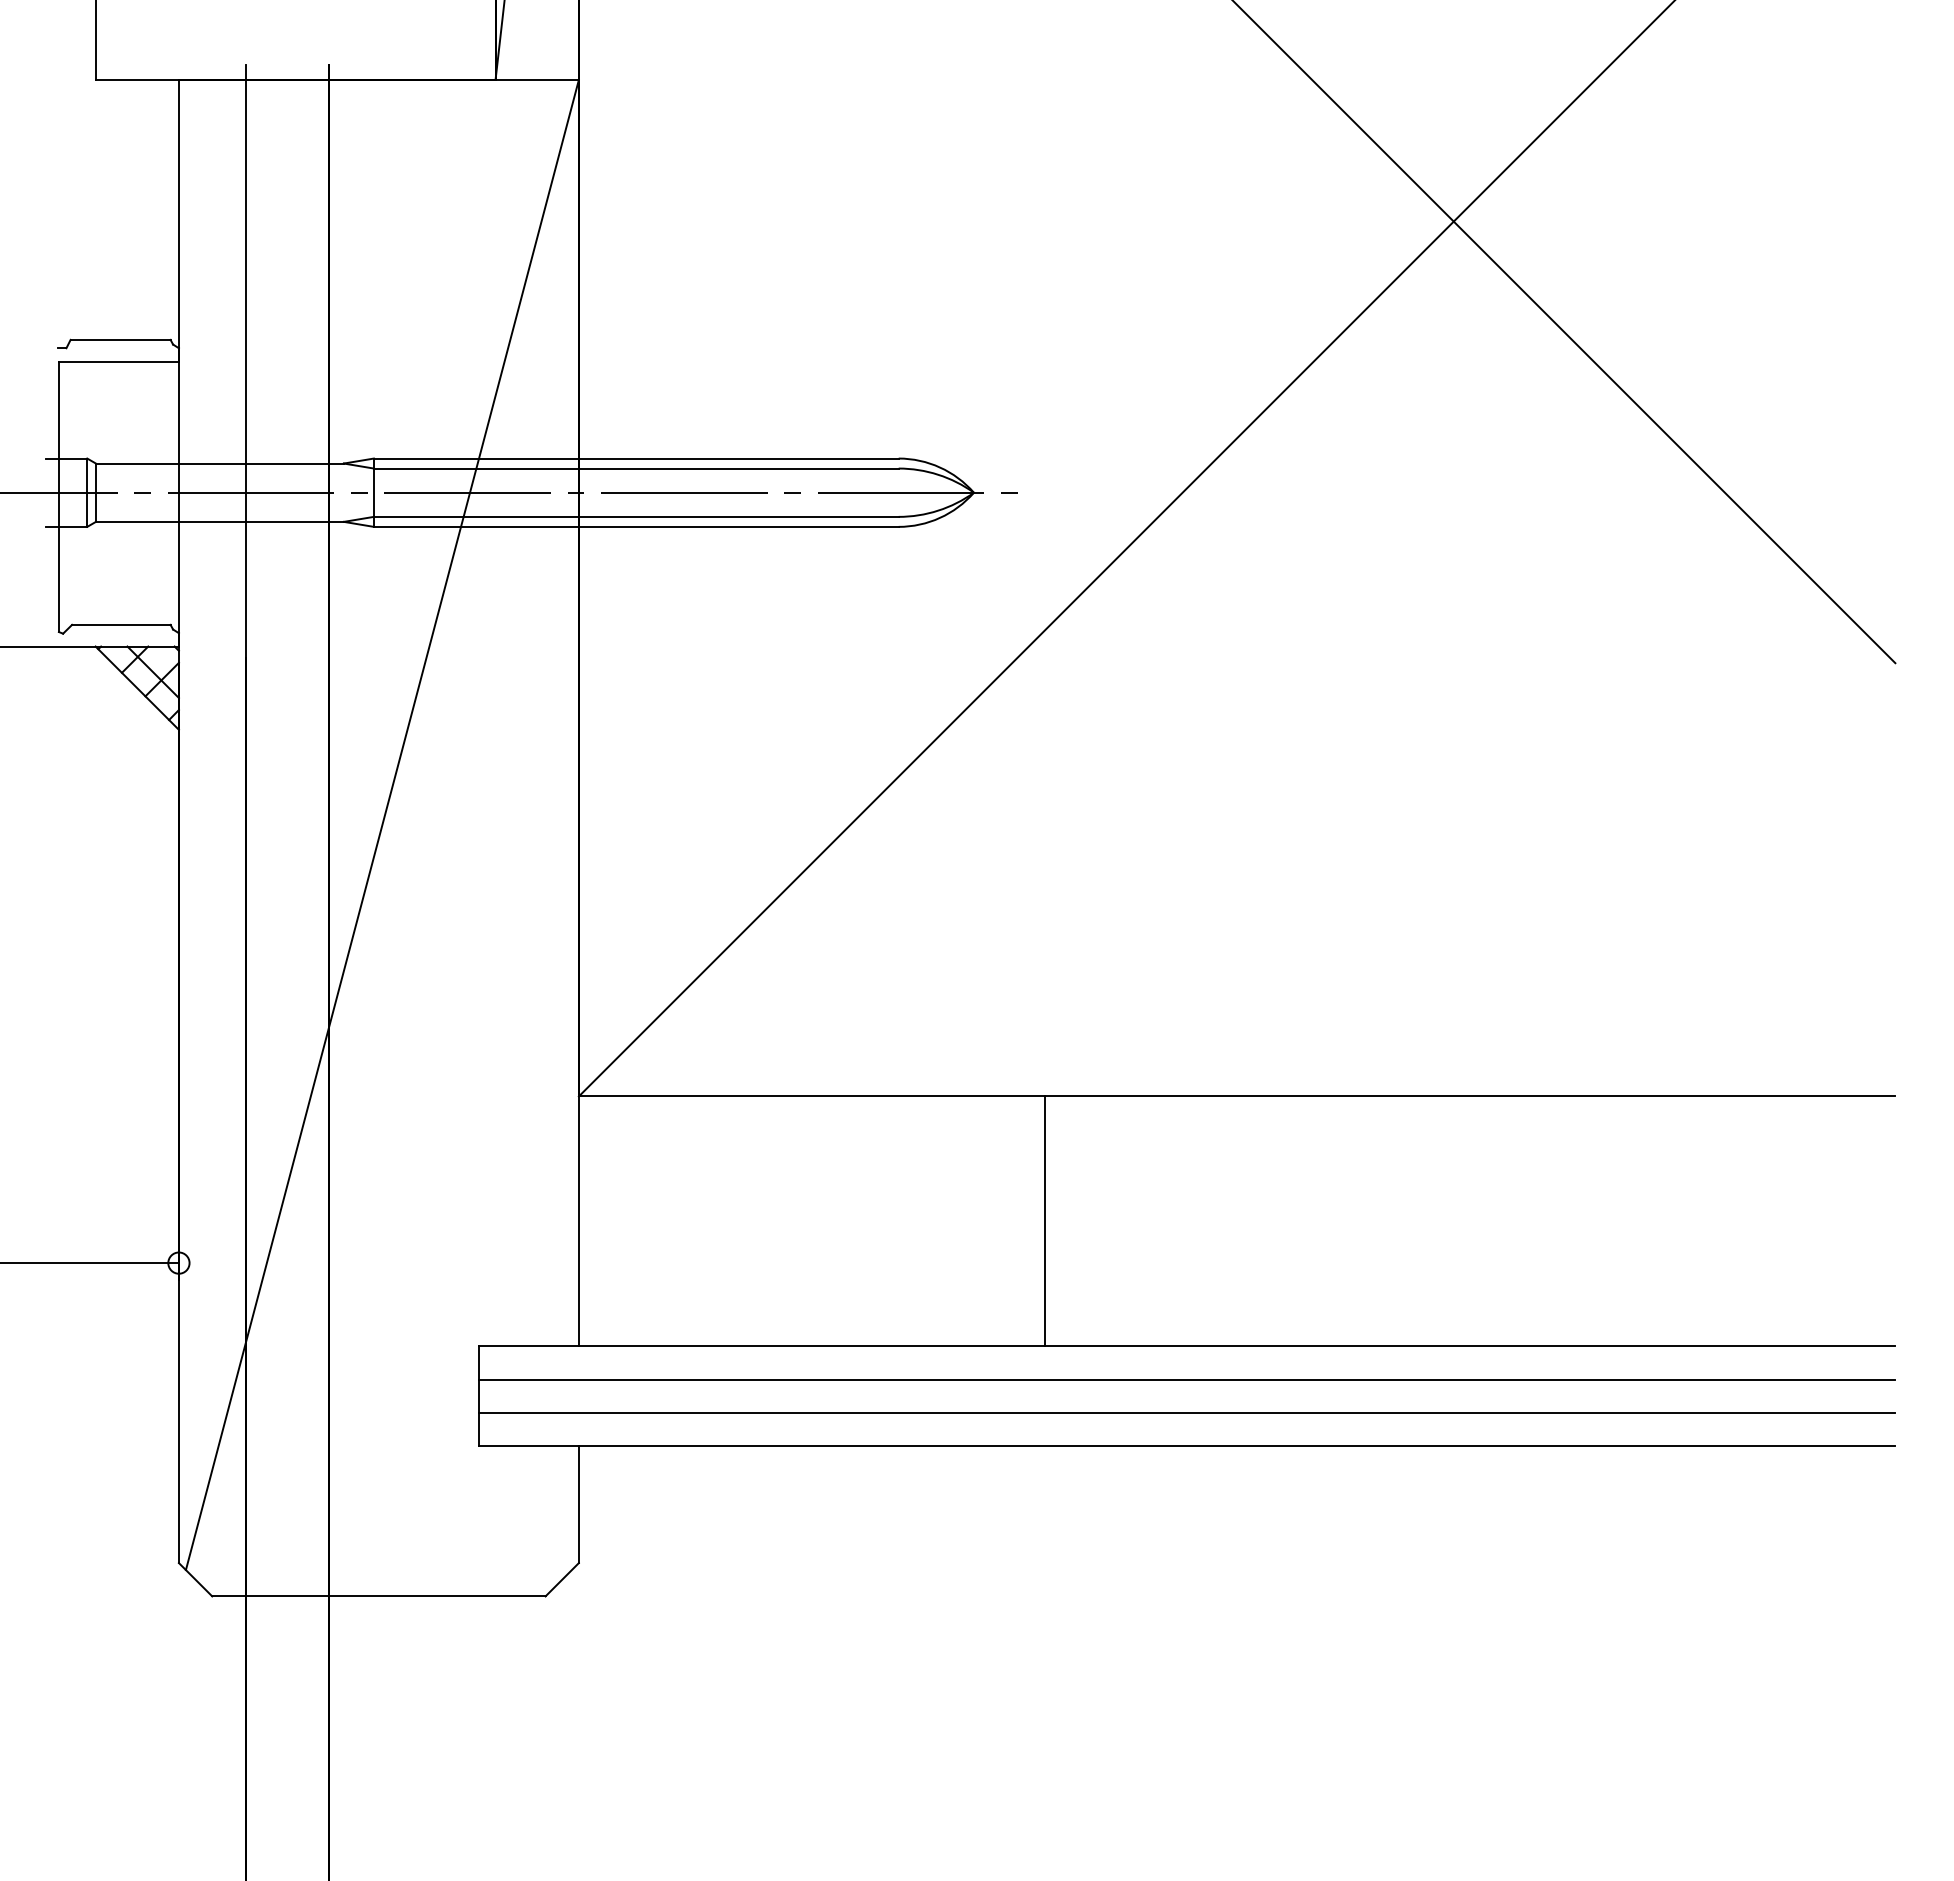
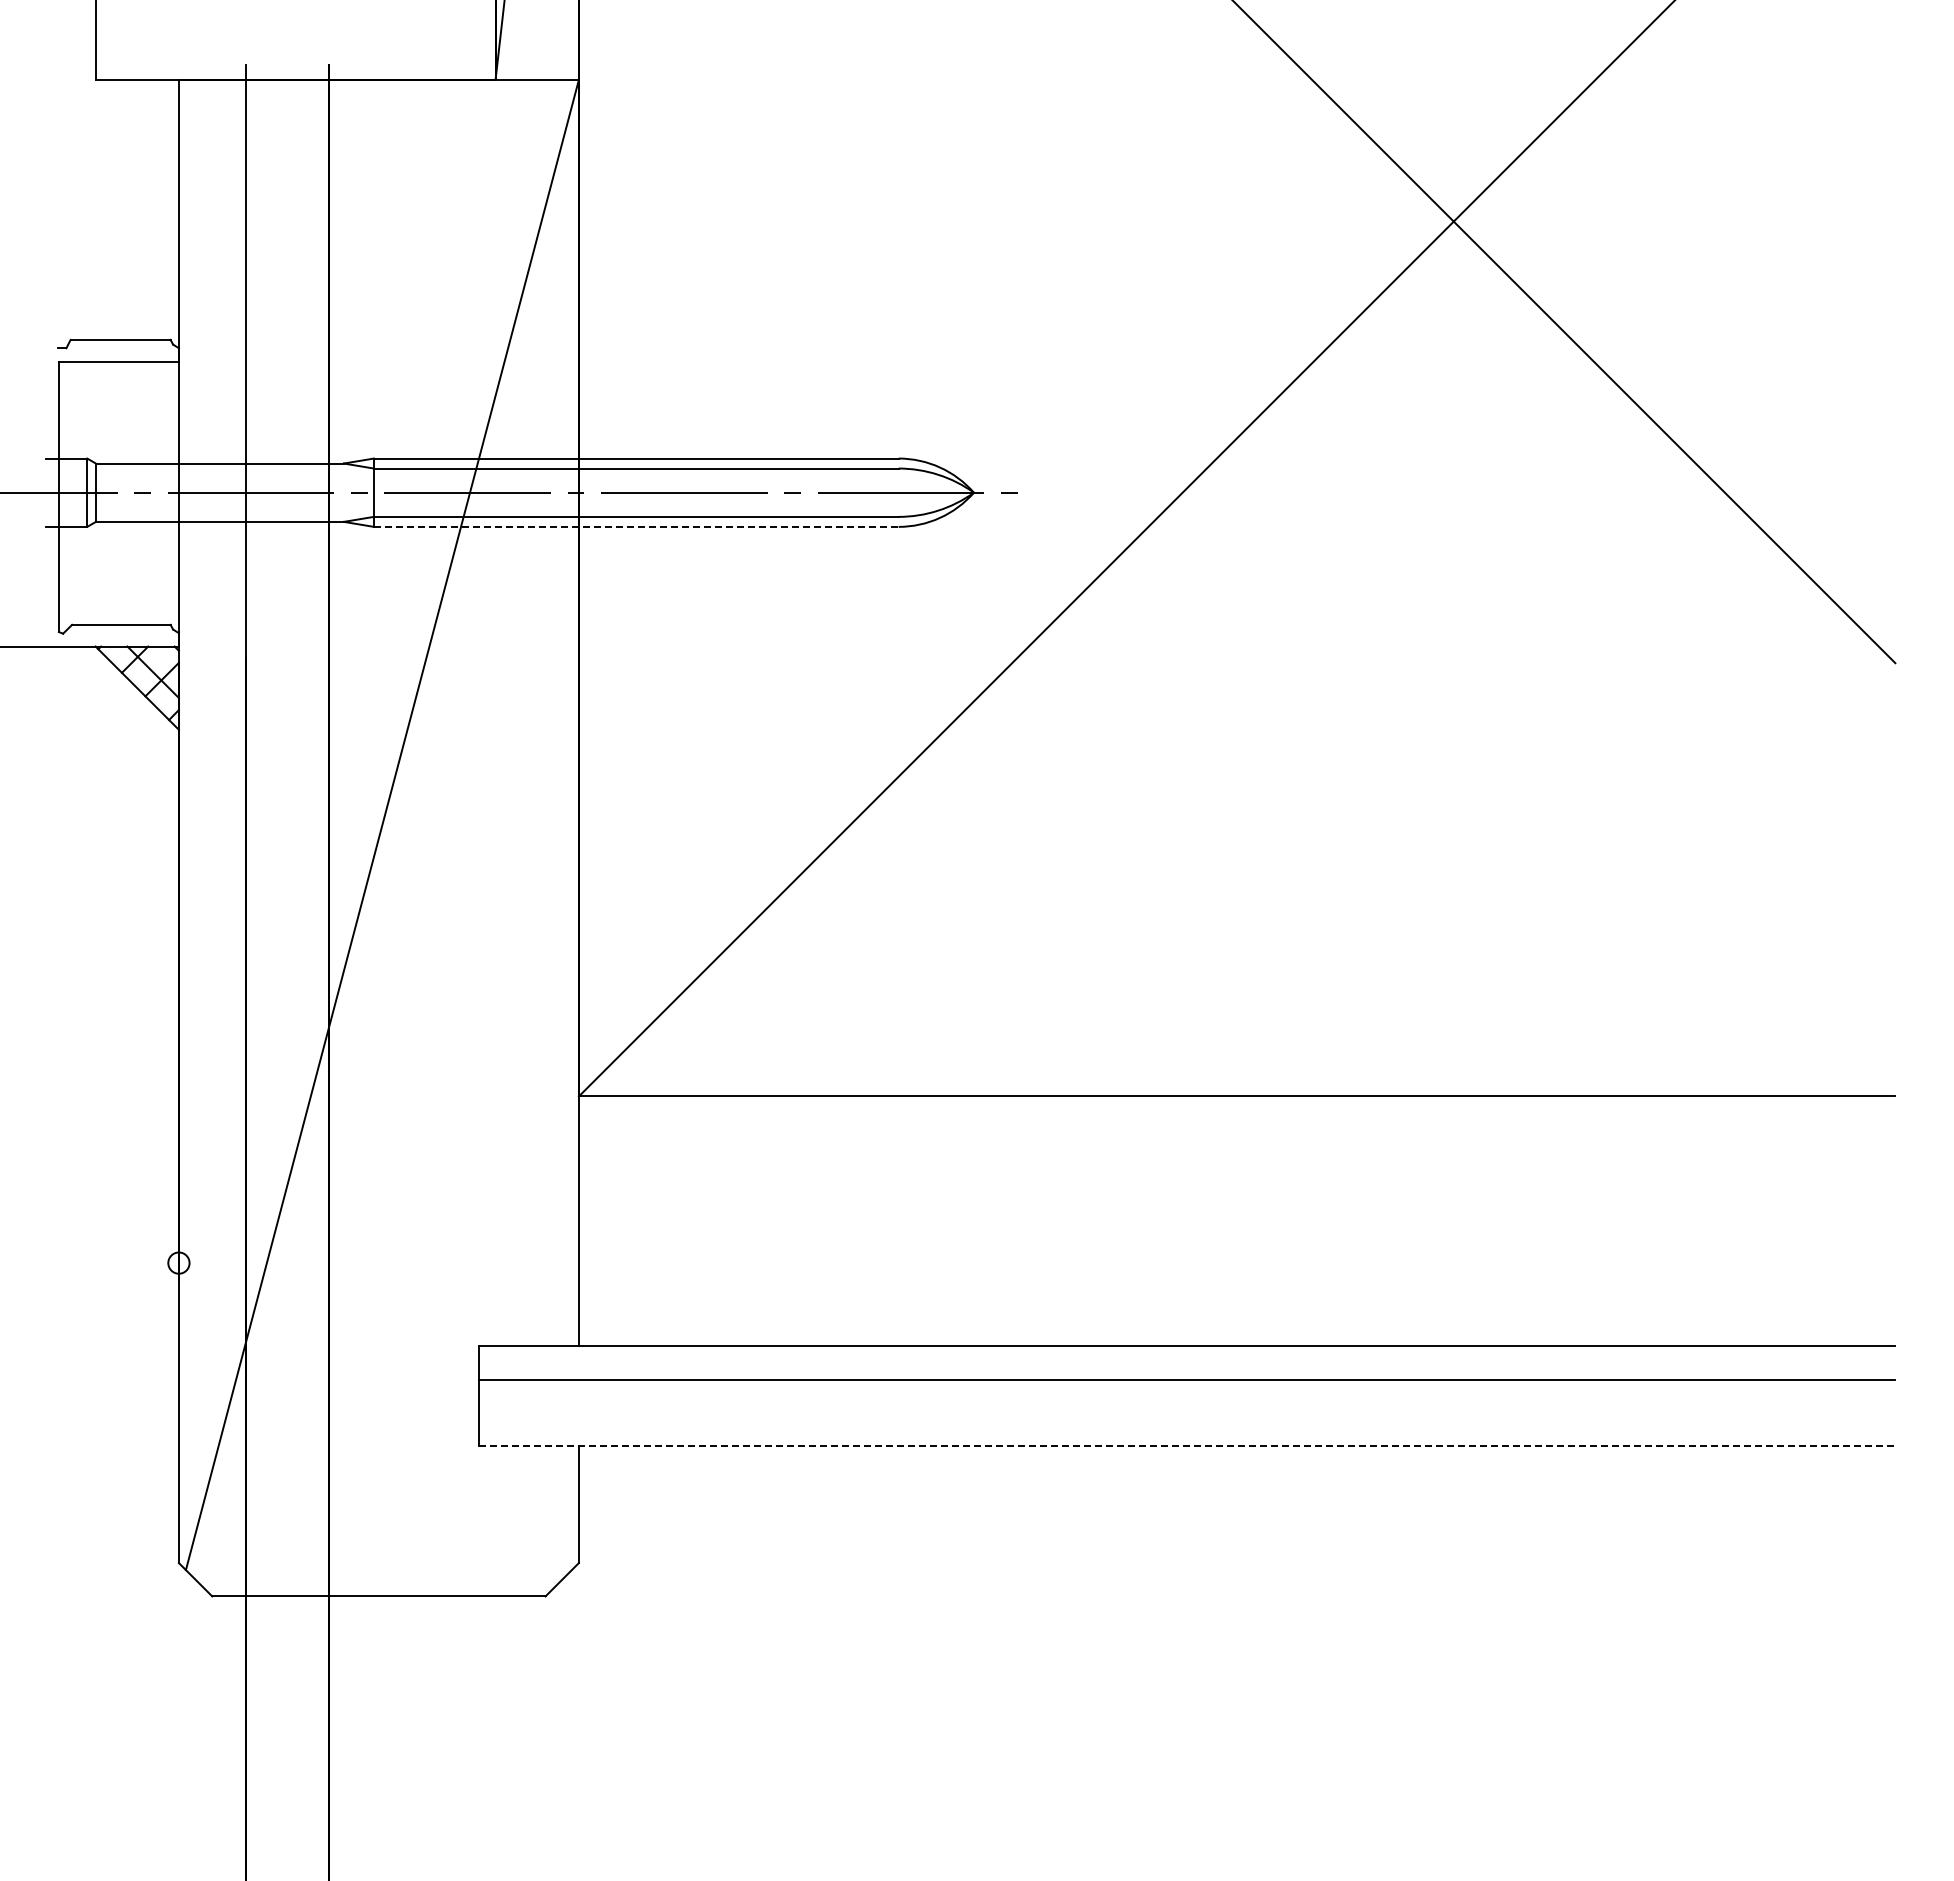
line at (636, 526): solid -> dashed
line at (1045, 1221): present -> none
line at (90, 1263): present -> none
line at (1186, 1413): present -> none
line at (1187, 1446): solid -> dashed
